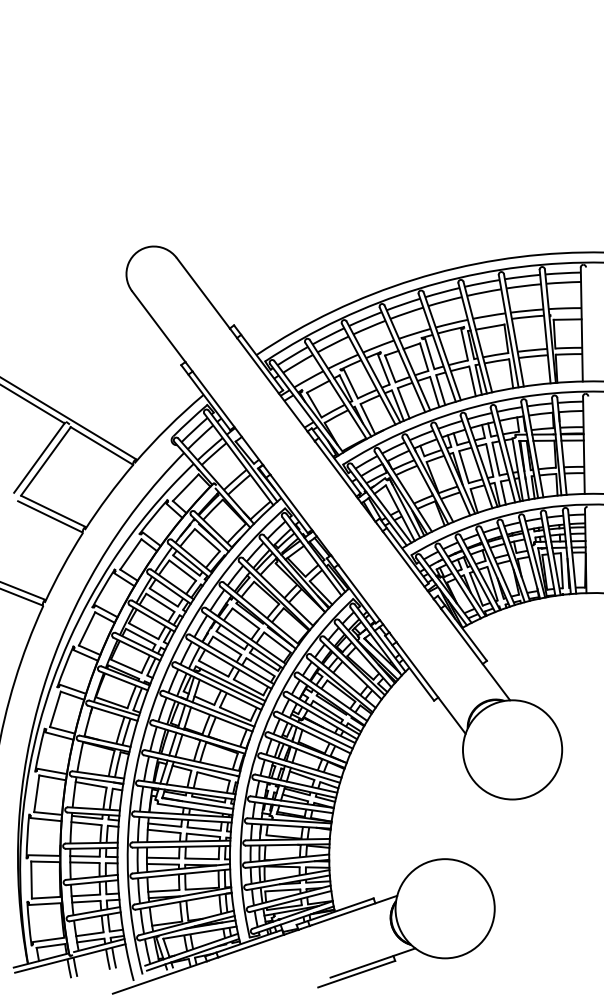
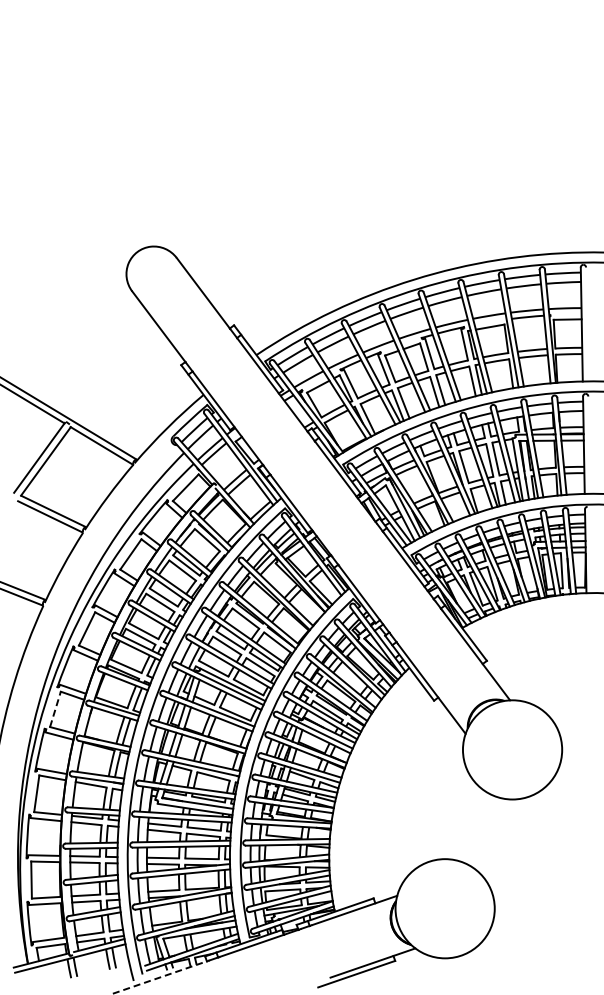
line at (55, 708): solid -> dashed
line at (159, 977): solid -> dashed
